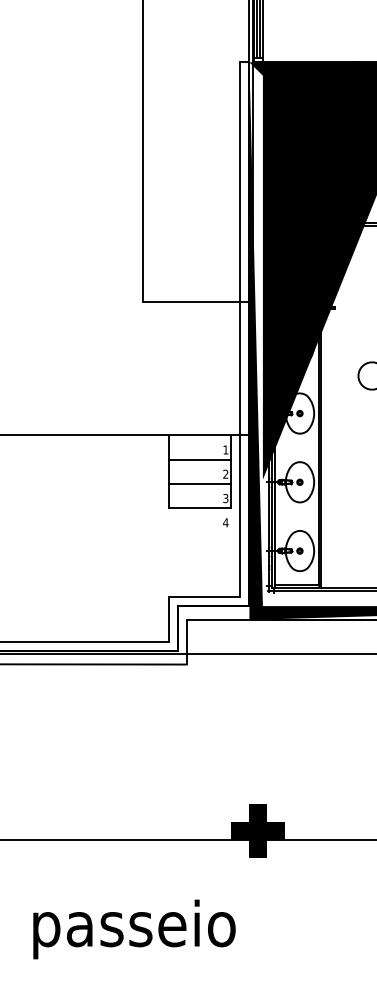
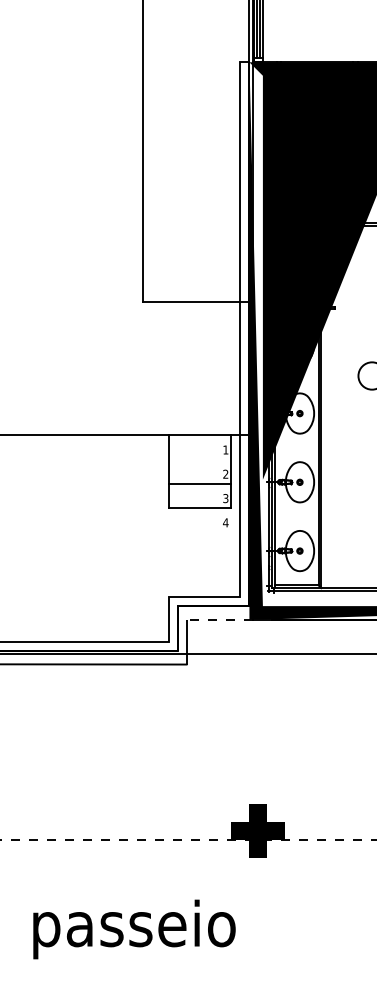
line at (199, 459): present -> none
line at (219, 619): solid -> dashed
line at (188, 839): solid -> dashed
